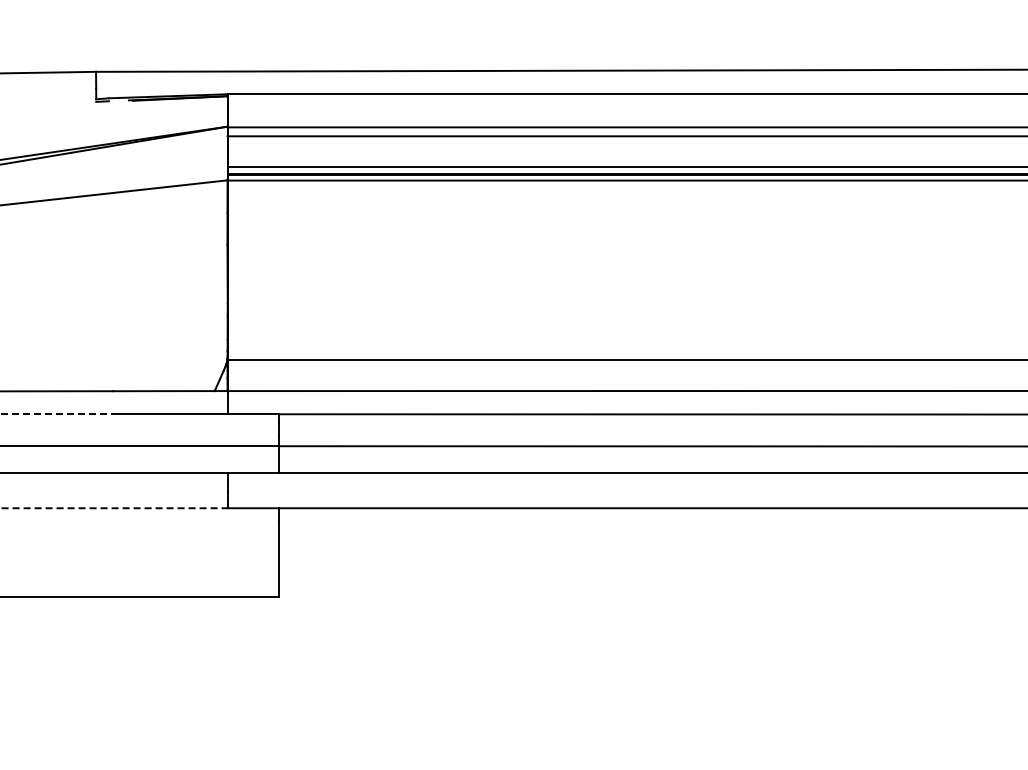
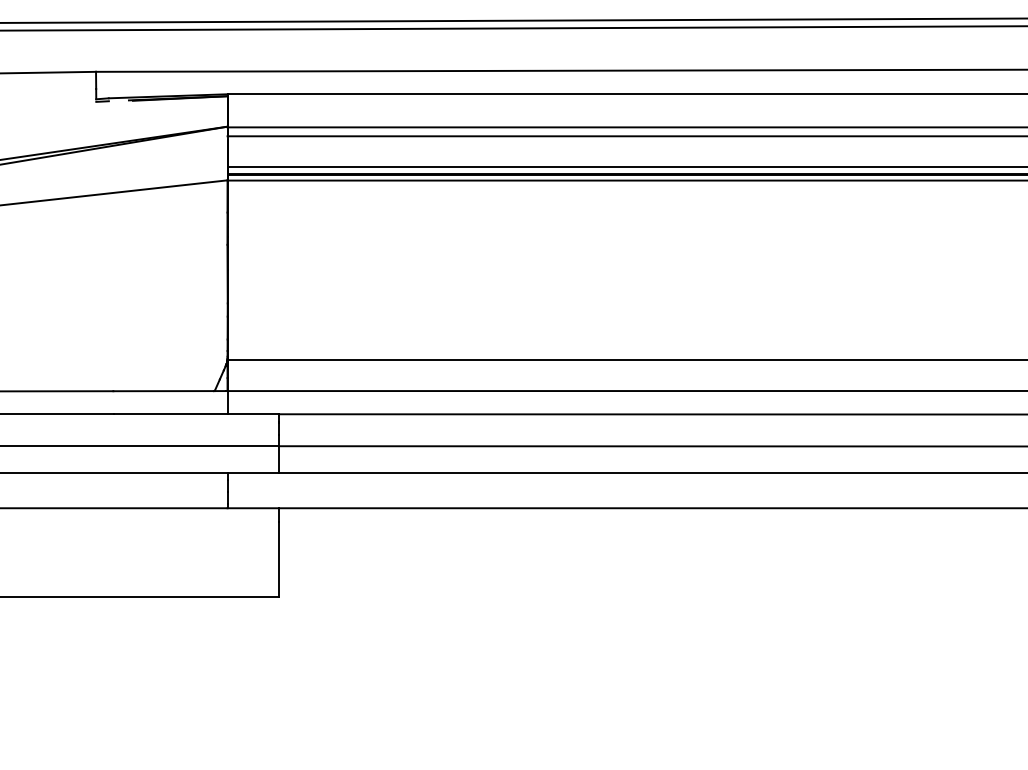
line at (513, 20): none -> present
line at (513, 28): none -> present
line at (57, 414): dashed -> solid
line at (114, 508): dashed -> solid
